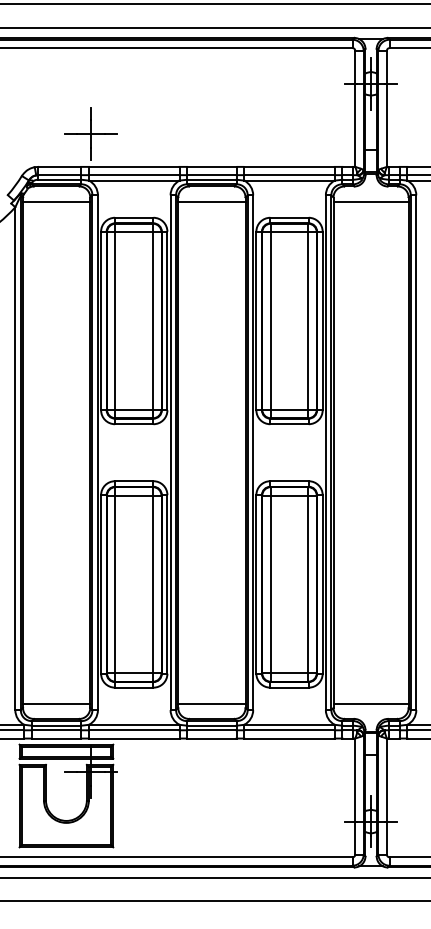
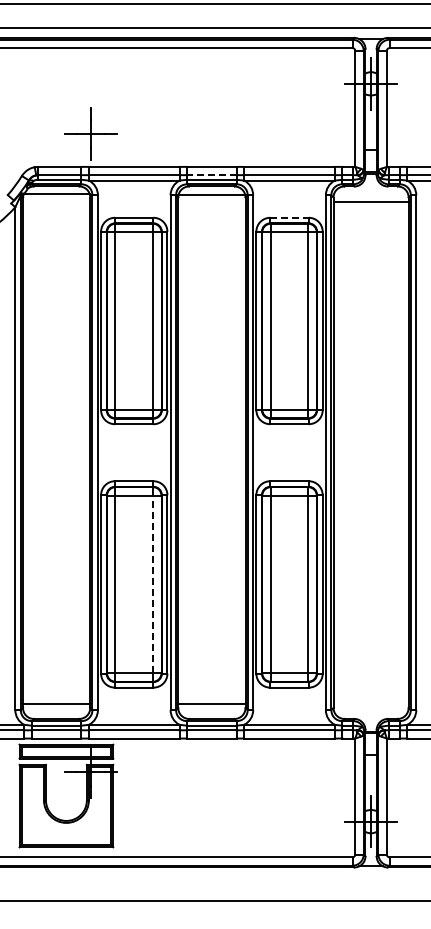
line at (211, 175): solid -> dashed
line at (56, 201) position: (56, 201) -> (56, 193)
line at (211, 201) position: (211, 201) -> (211, 194)
line at (290, 217): solid -> dashed
line at (153, 584): solid -> dashed
line at (370, 703): present -> none
line at (214, 877): present -> none
